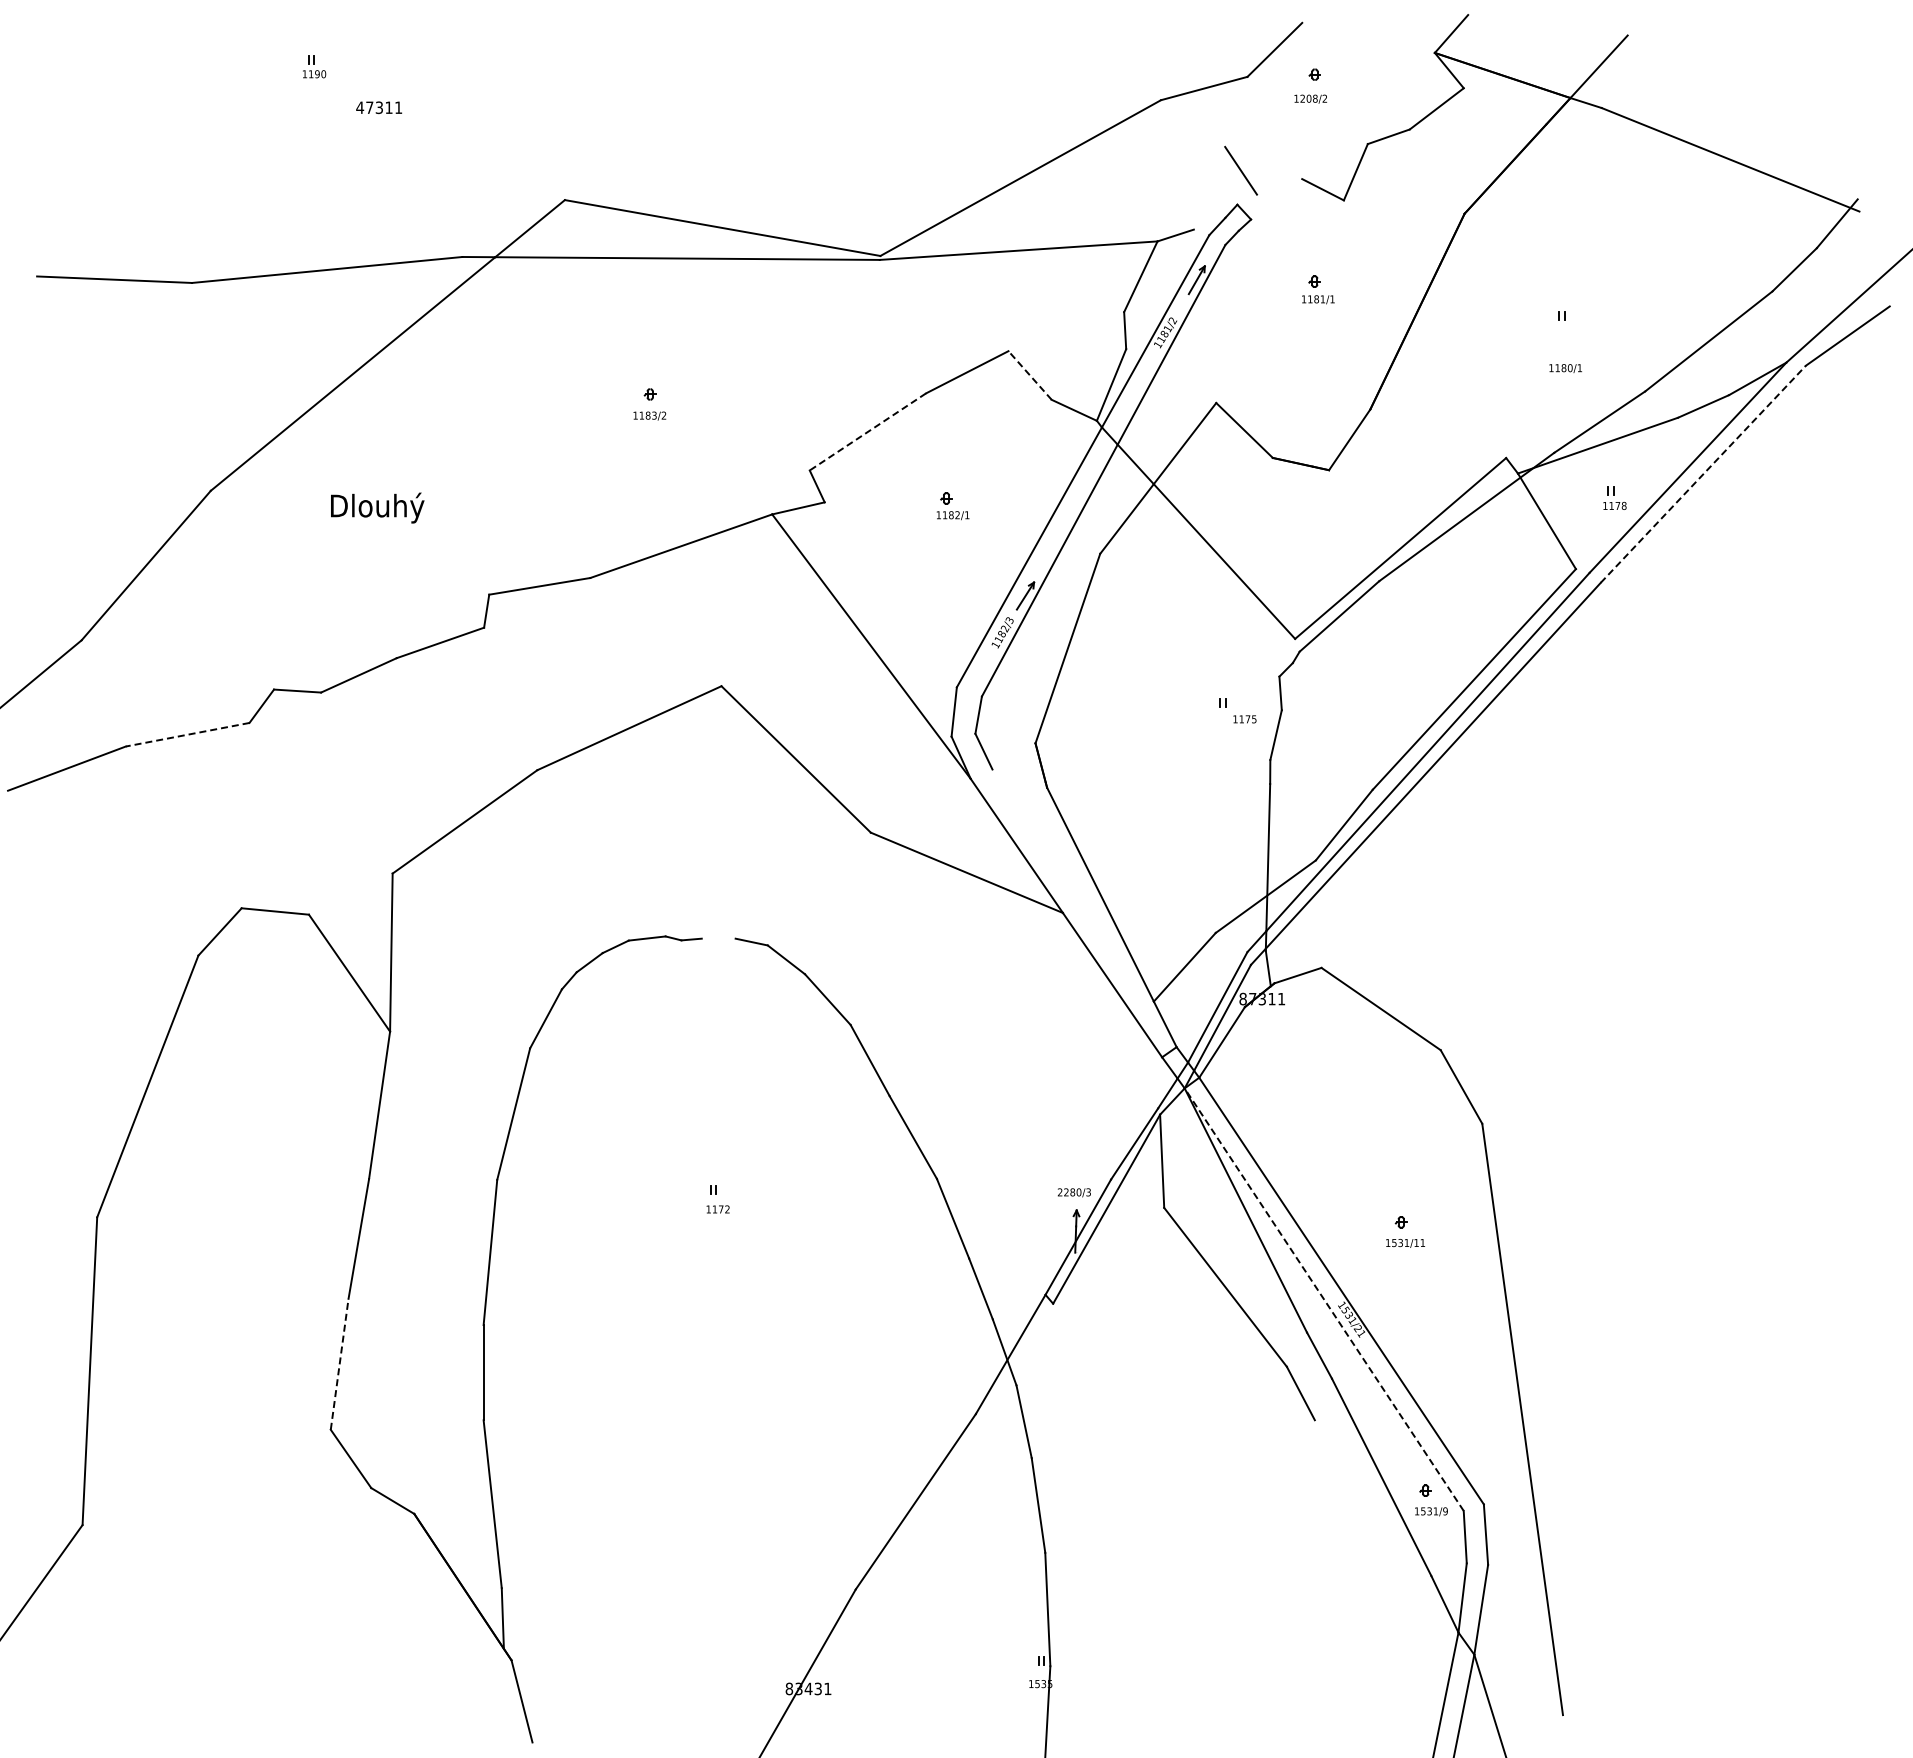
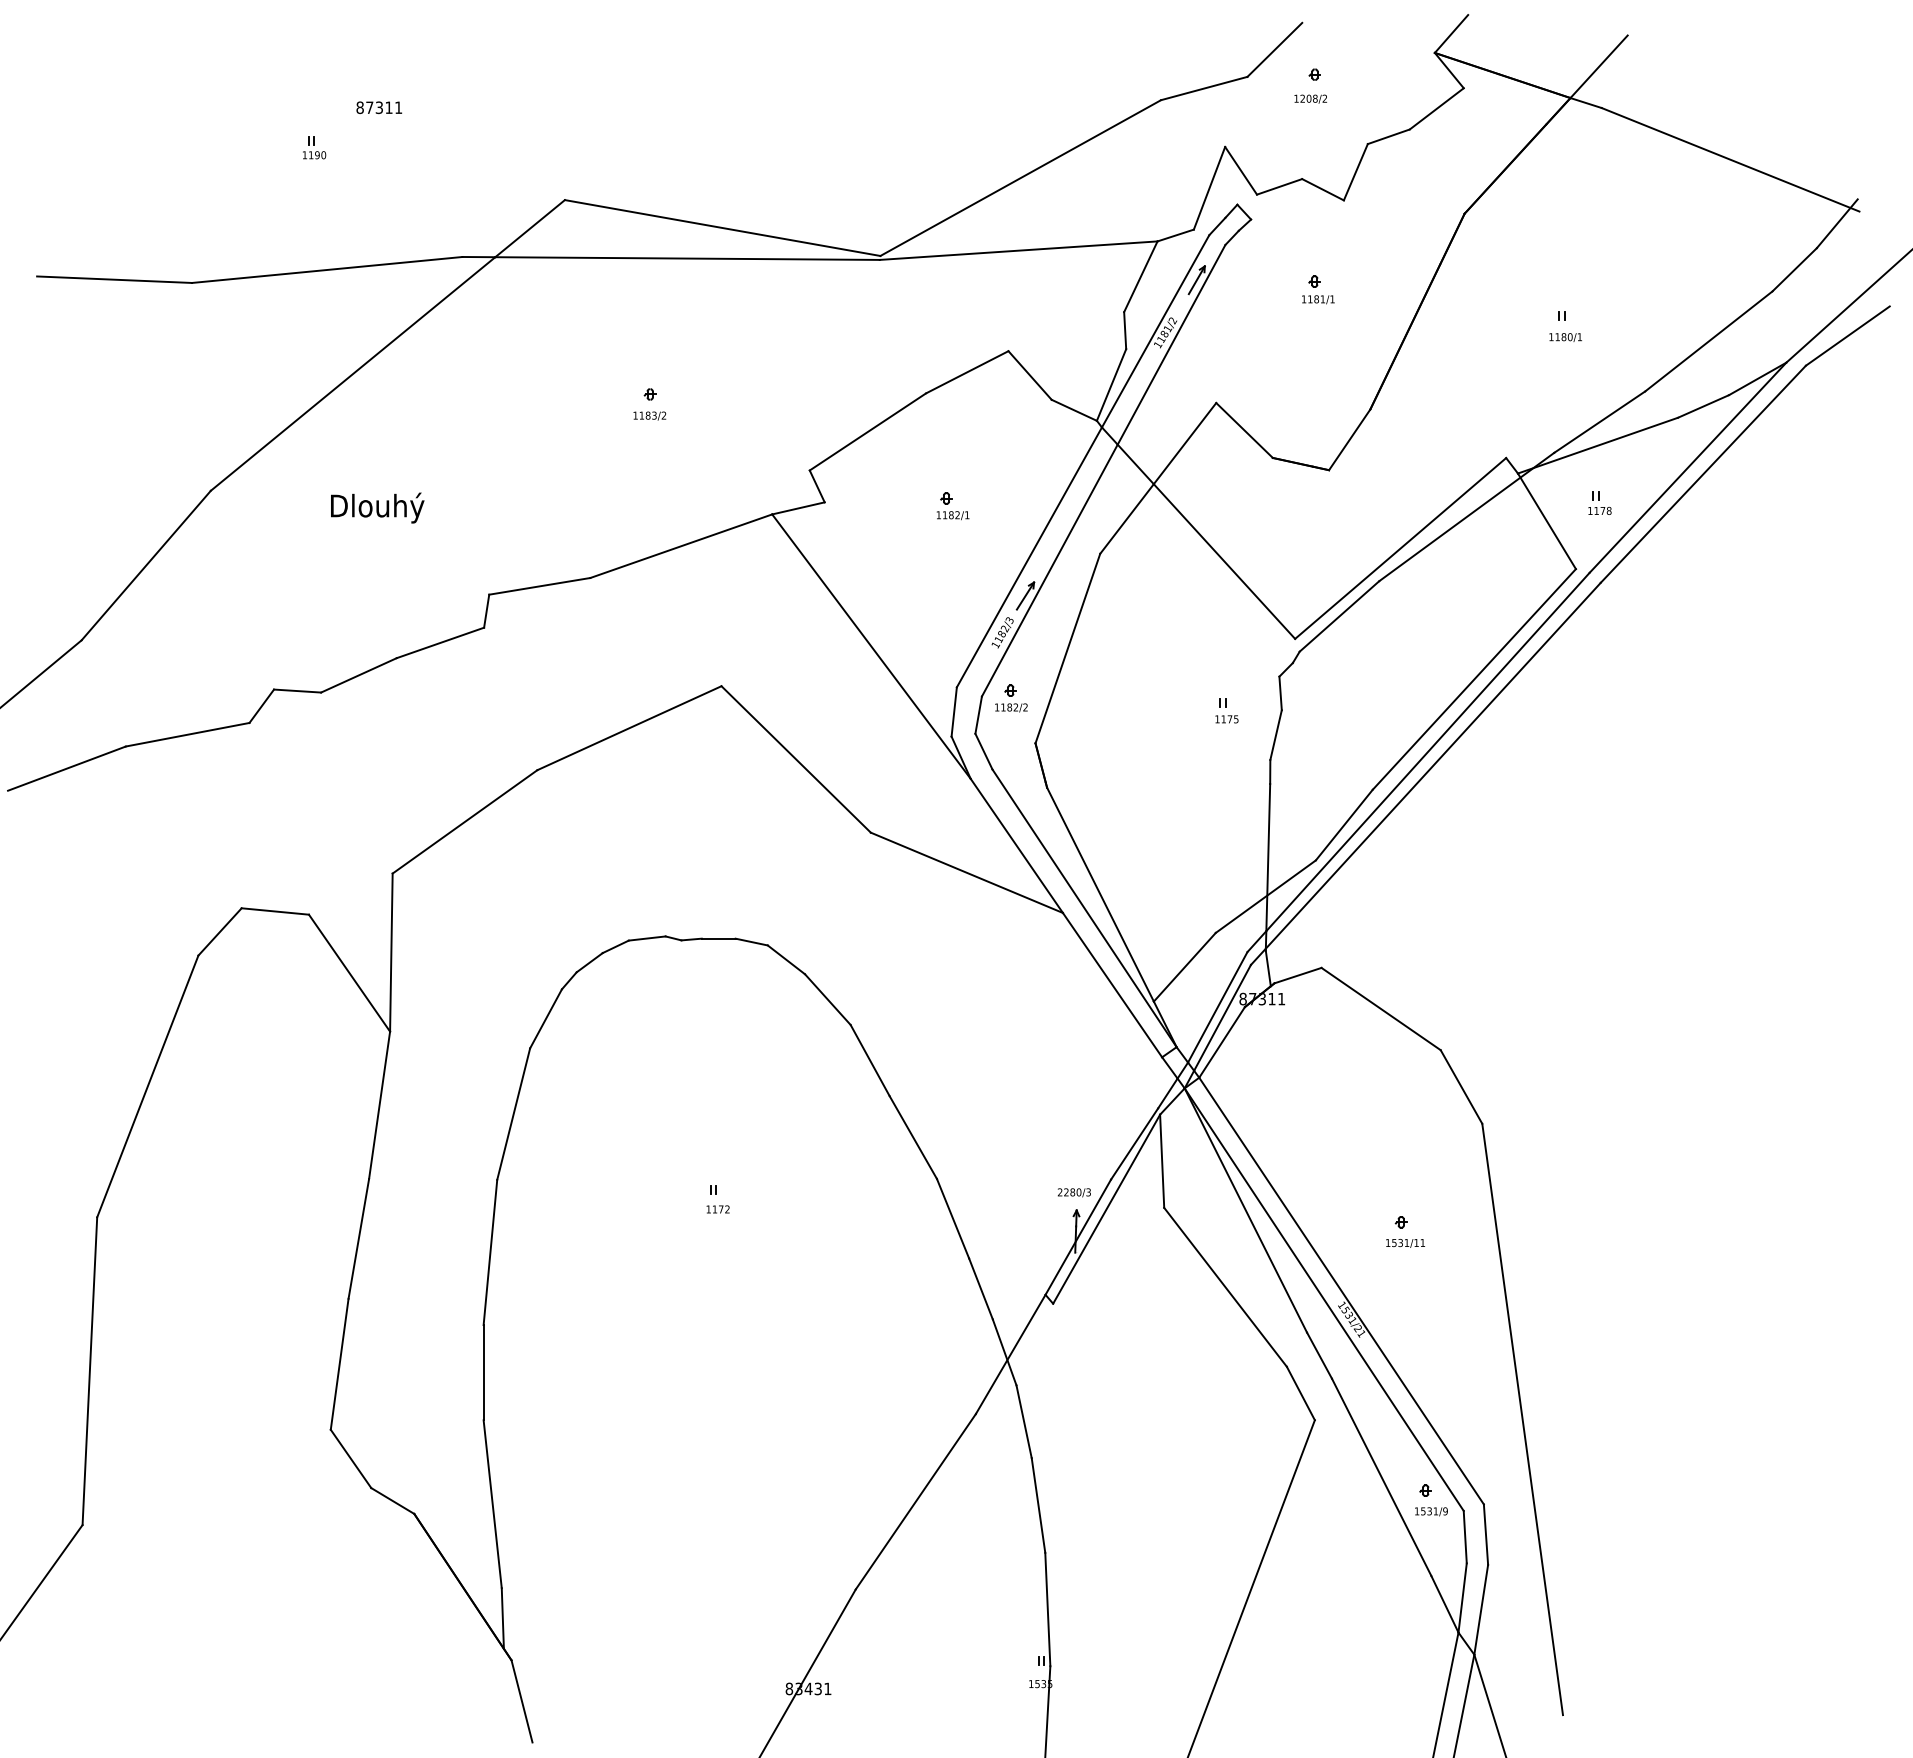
part at (314, 66) position: (314, 66) -> (314, 147)
text at (360, 107): 47311 -> 87311
line at (1279, 186): none -> present
line at (1209, 187): none -> present
text at (1565, 368) position: (1565, 368) -> (1565, 337)
line at (1030, 375): dashed -> solid
line at (867, 431): dashed -> solid
line at (1703, 473): dashed -> solid
part at (1614, 497) position: (1614, 497) -> (1599, 502)
part at (1011, 698): none -> present
text at (1244, 719) position: (1244, 719) -> (1226, 719)
line at (187, 734): dashed -> solid
line at (1084, 908): none -> present
line at (718, 938): none -> present
line at (1323, 1299): dashed -> solid
line at (339, 1363): dashed -> solid
line at (1251, 1587): none -> present
